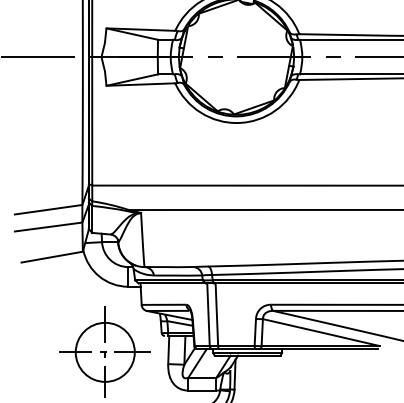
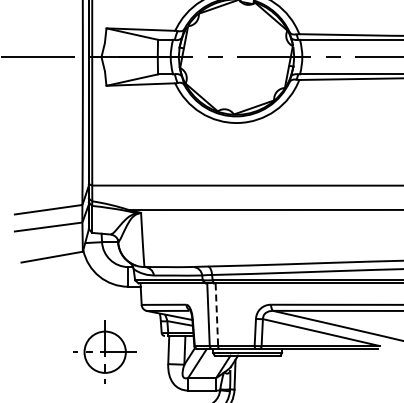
line at (216, 315): solid -> dashed
part at (104, 351) size: 92x92 px -> 64x64 px
